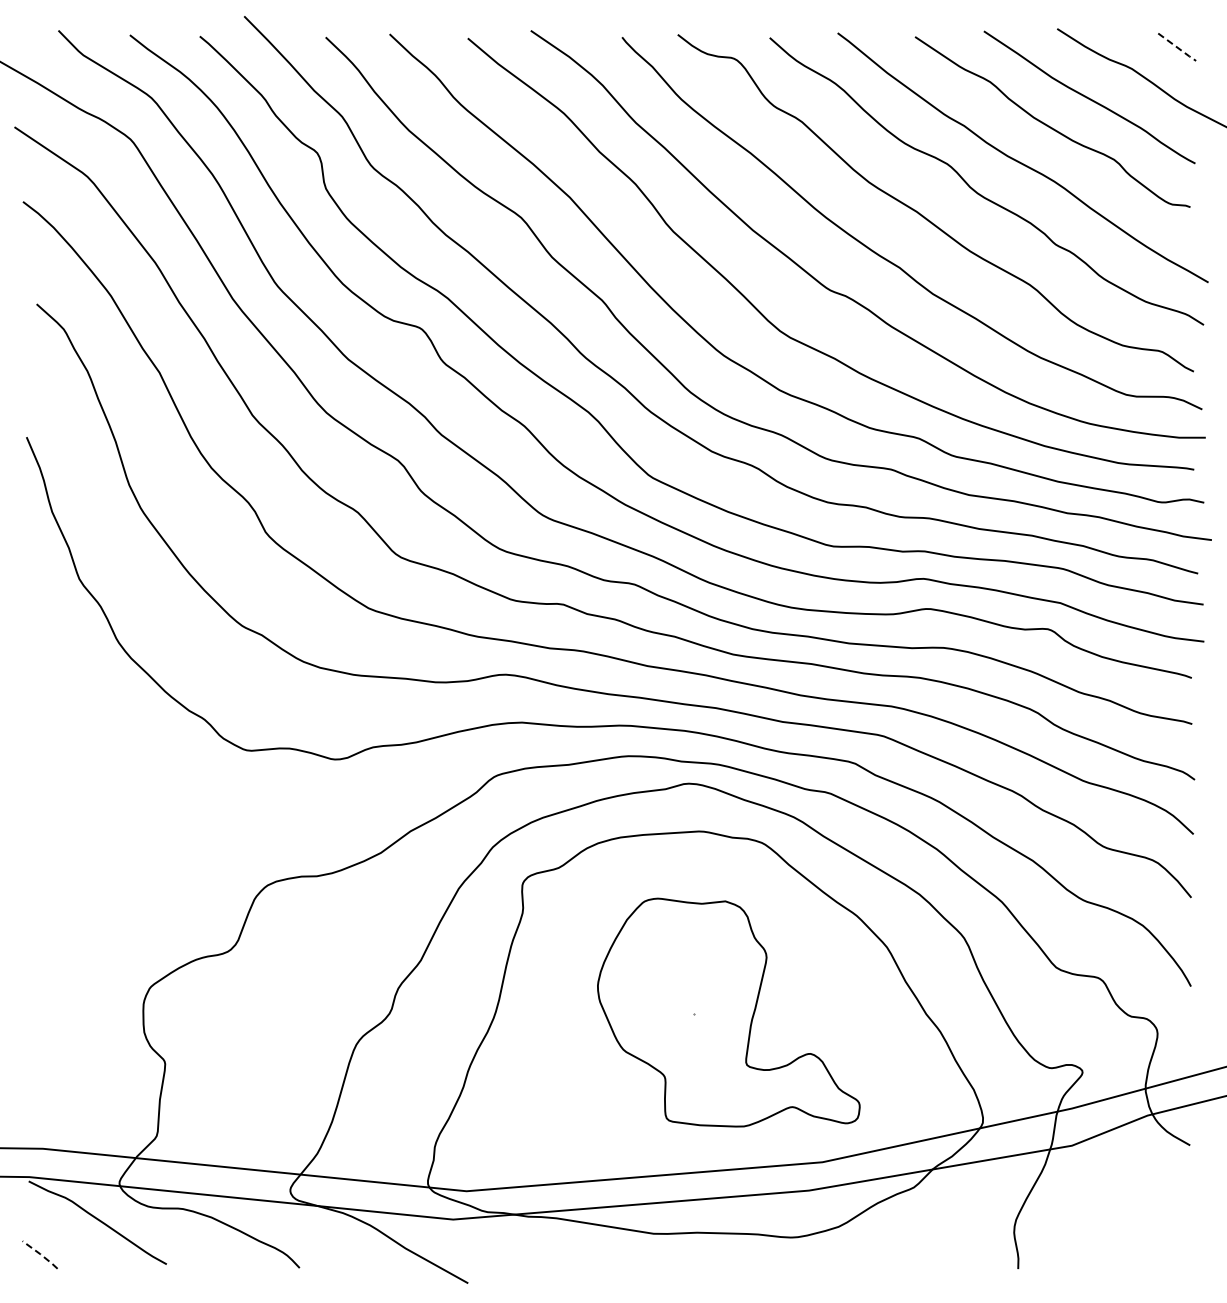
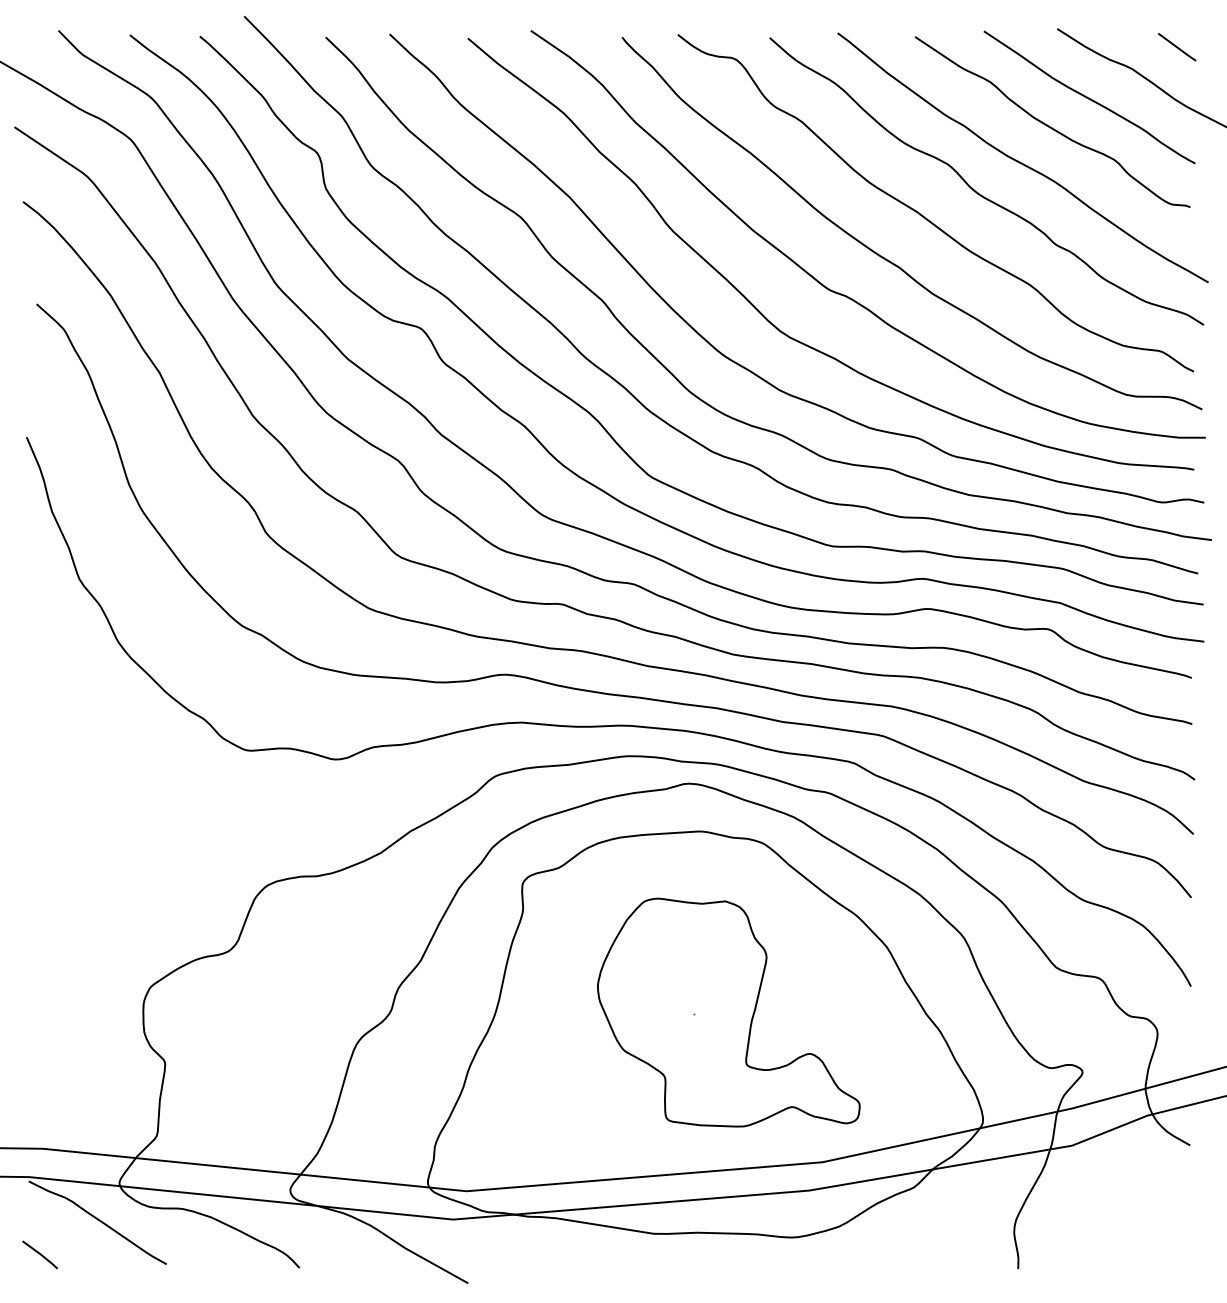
line at (1178, 48): dashed -> solid
line at (40, 1254): dashed -> solid
